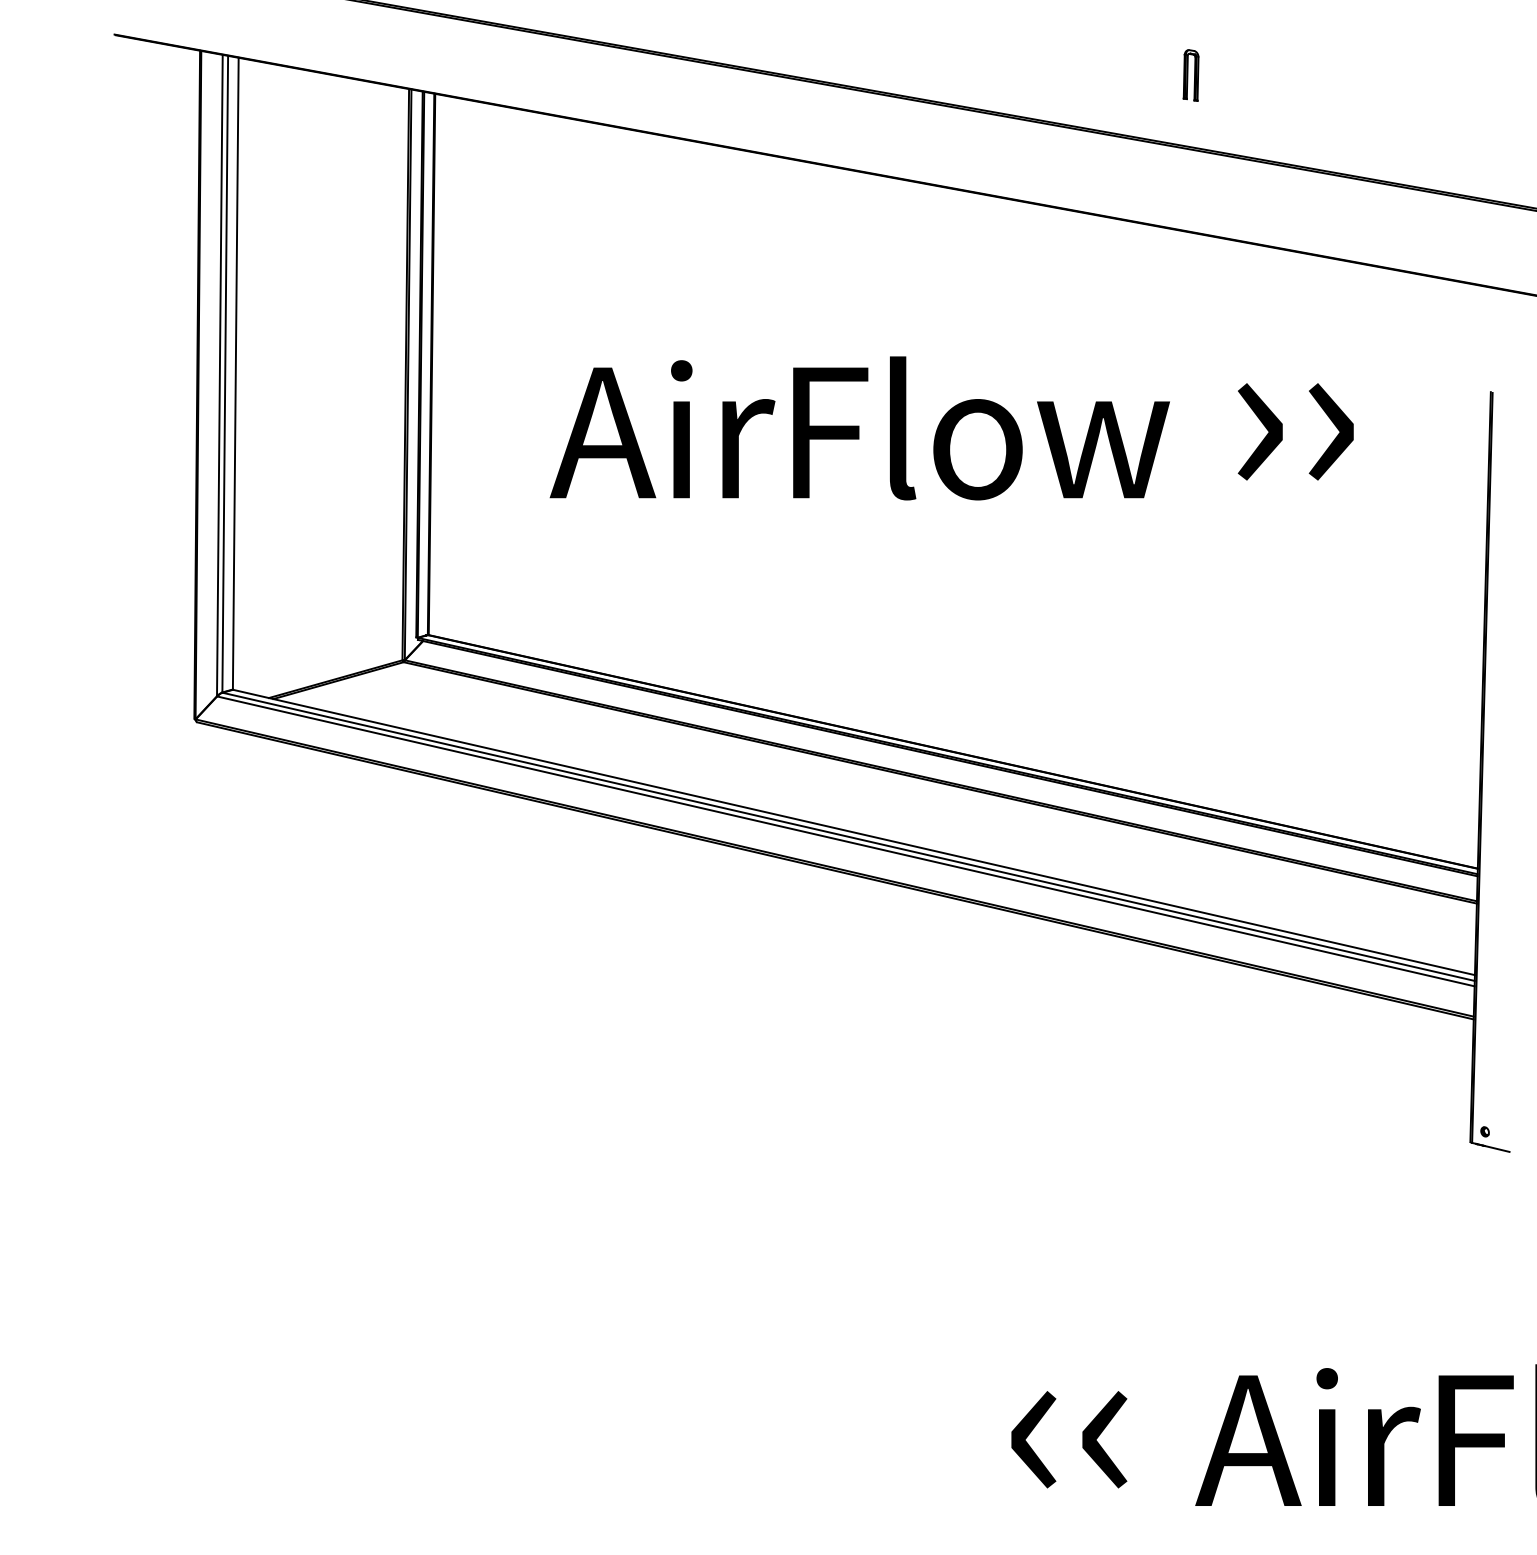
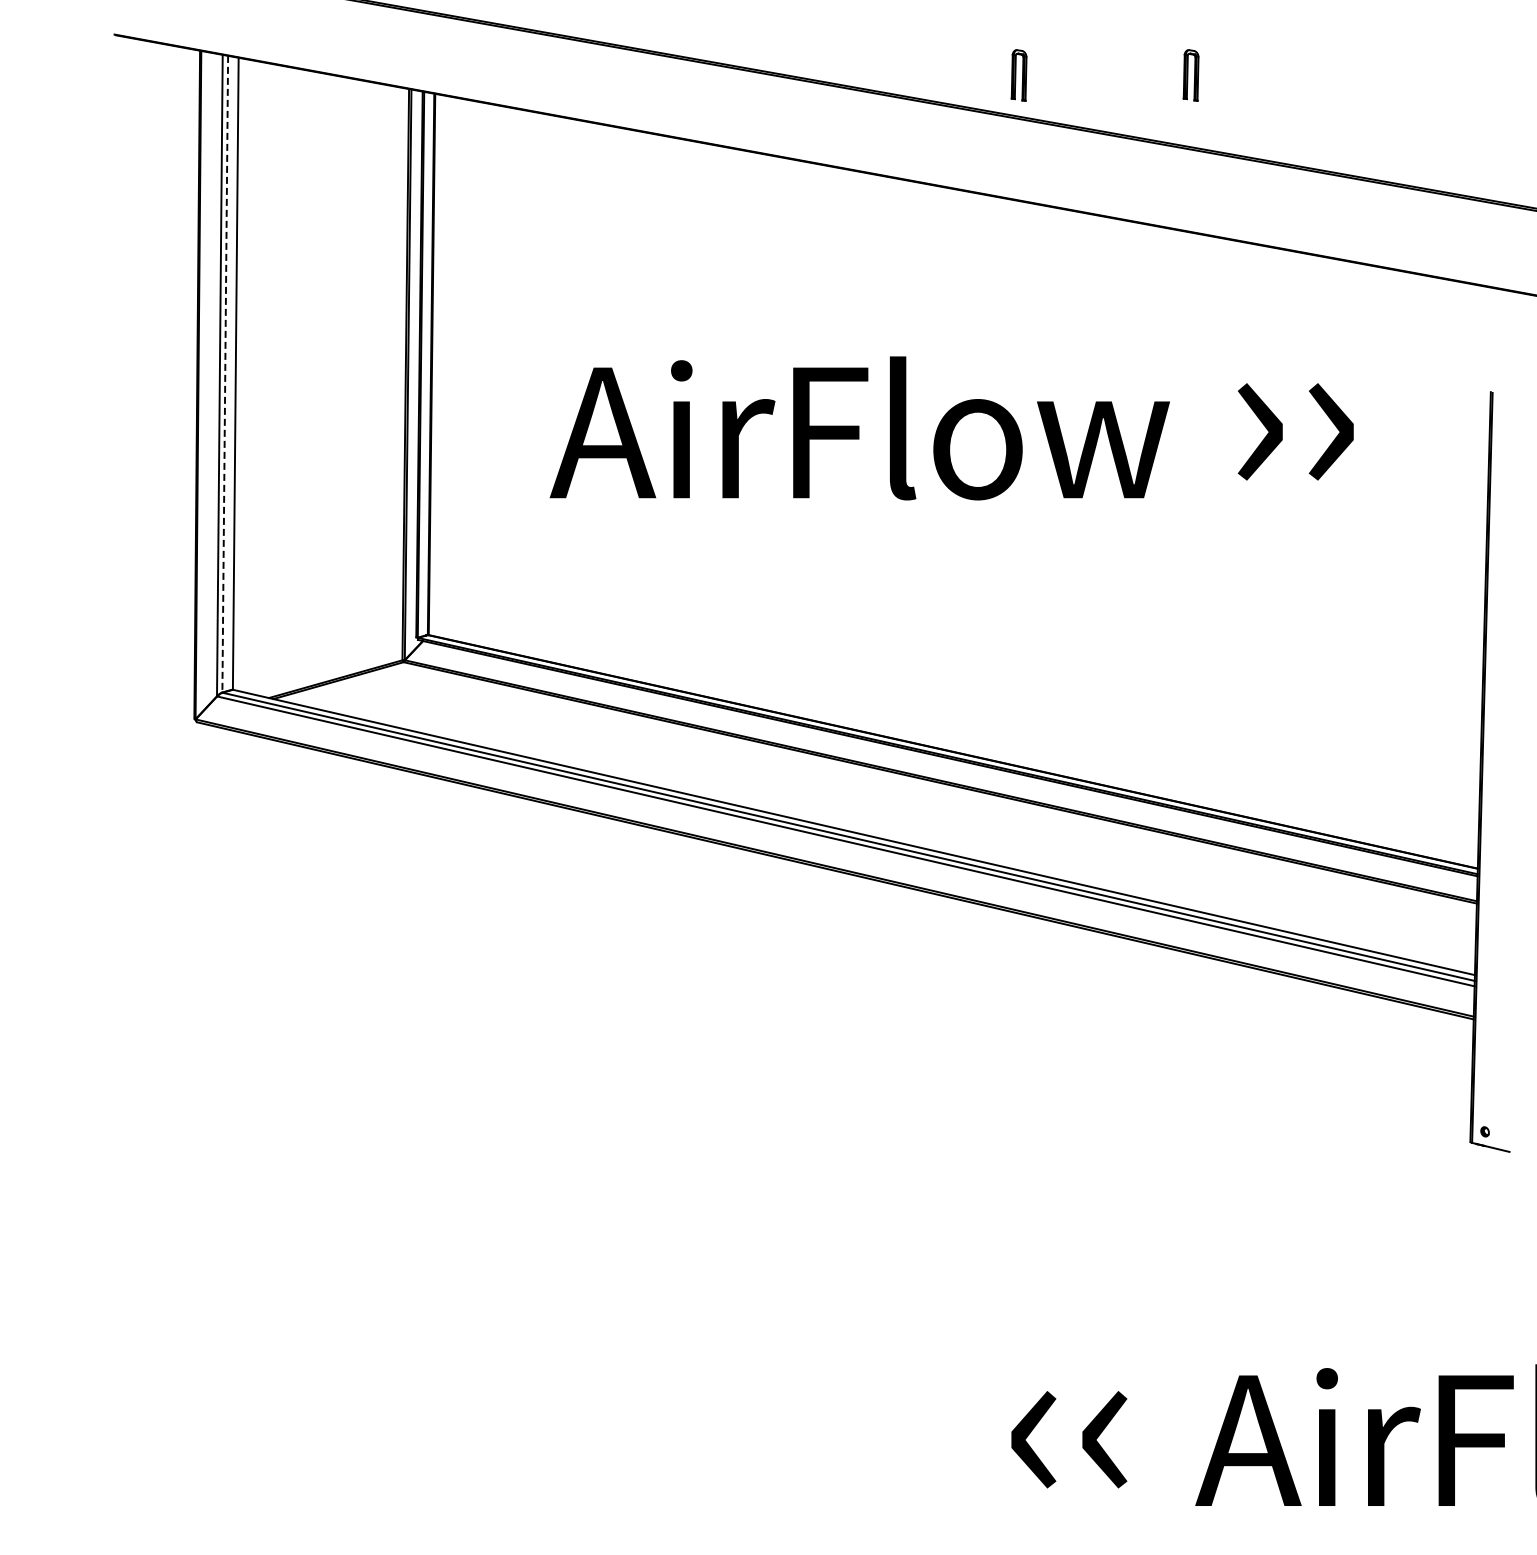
part at (1018, 75): none -> present
line at (225, 374): solid -> dashed
